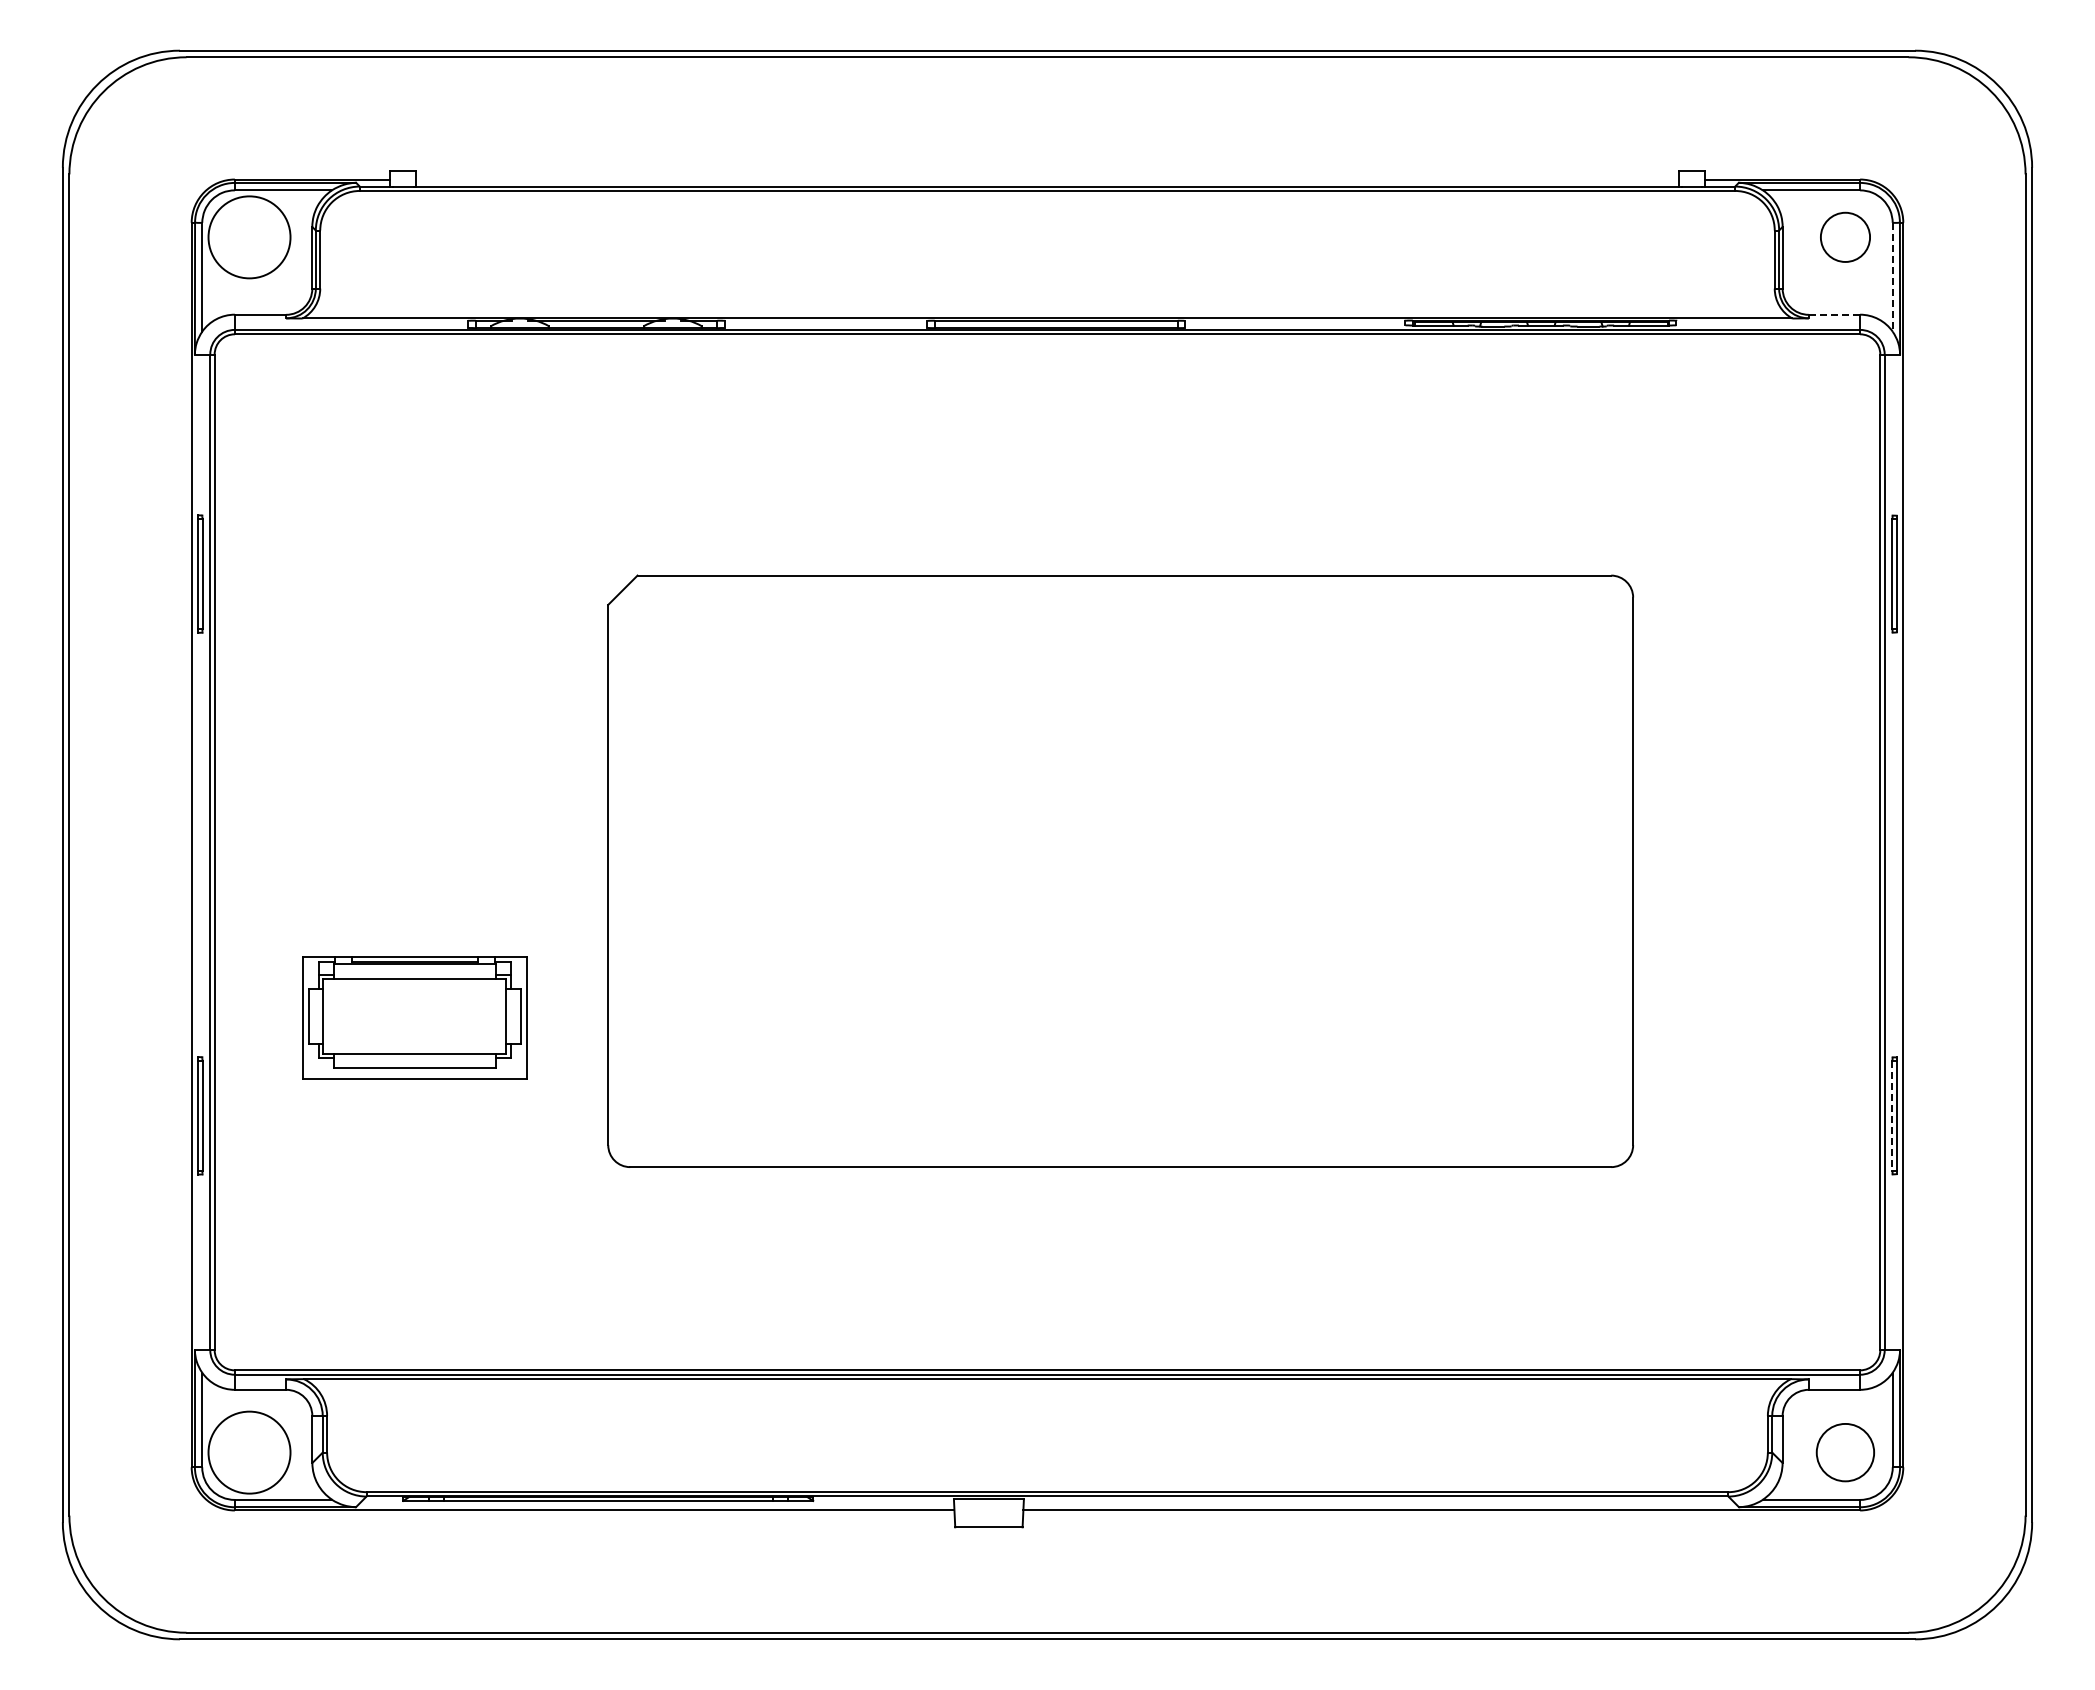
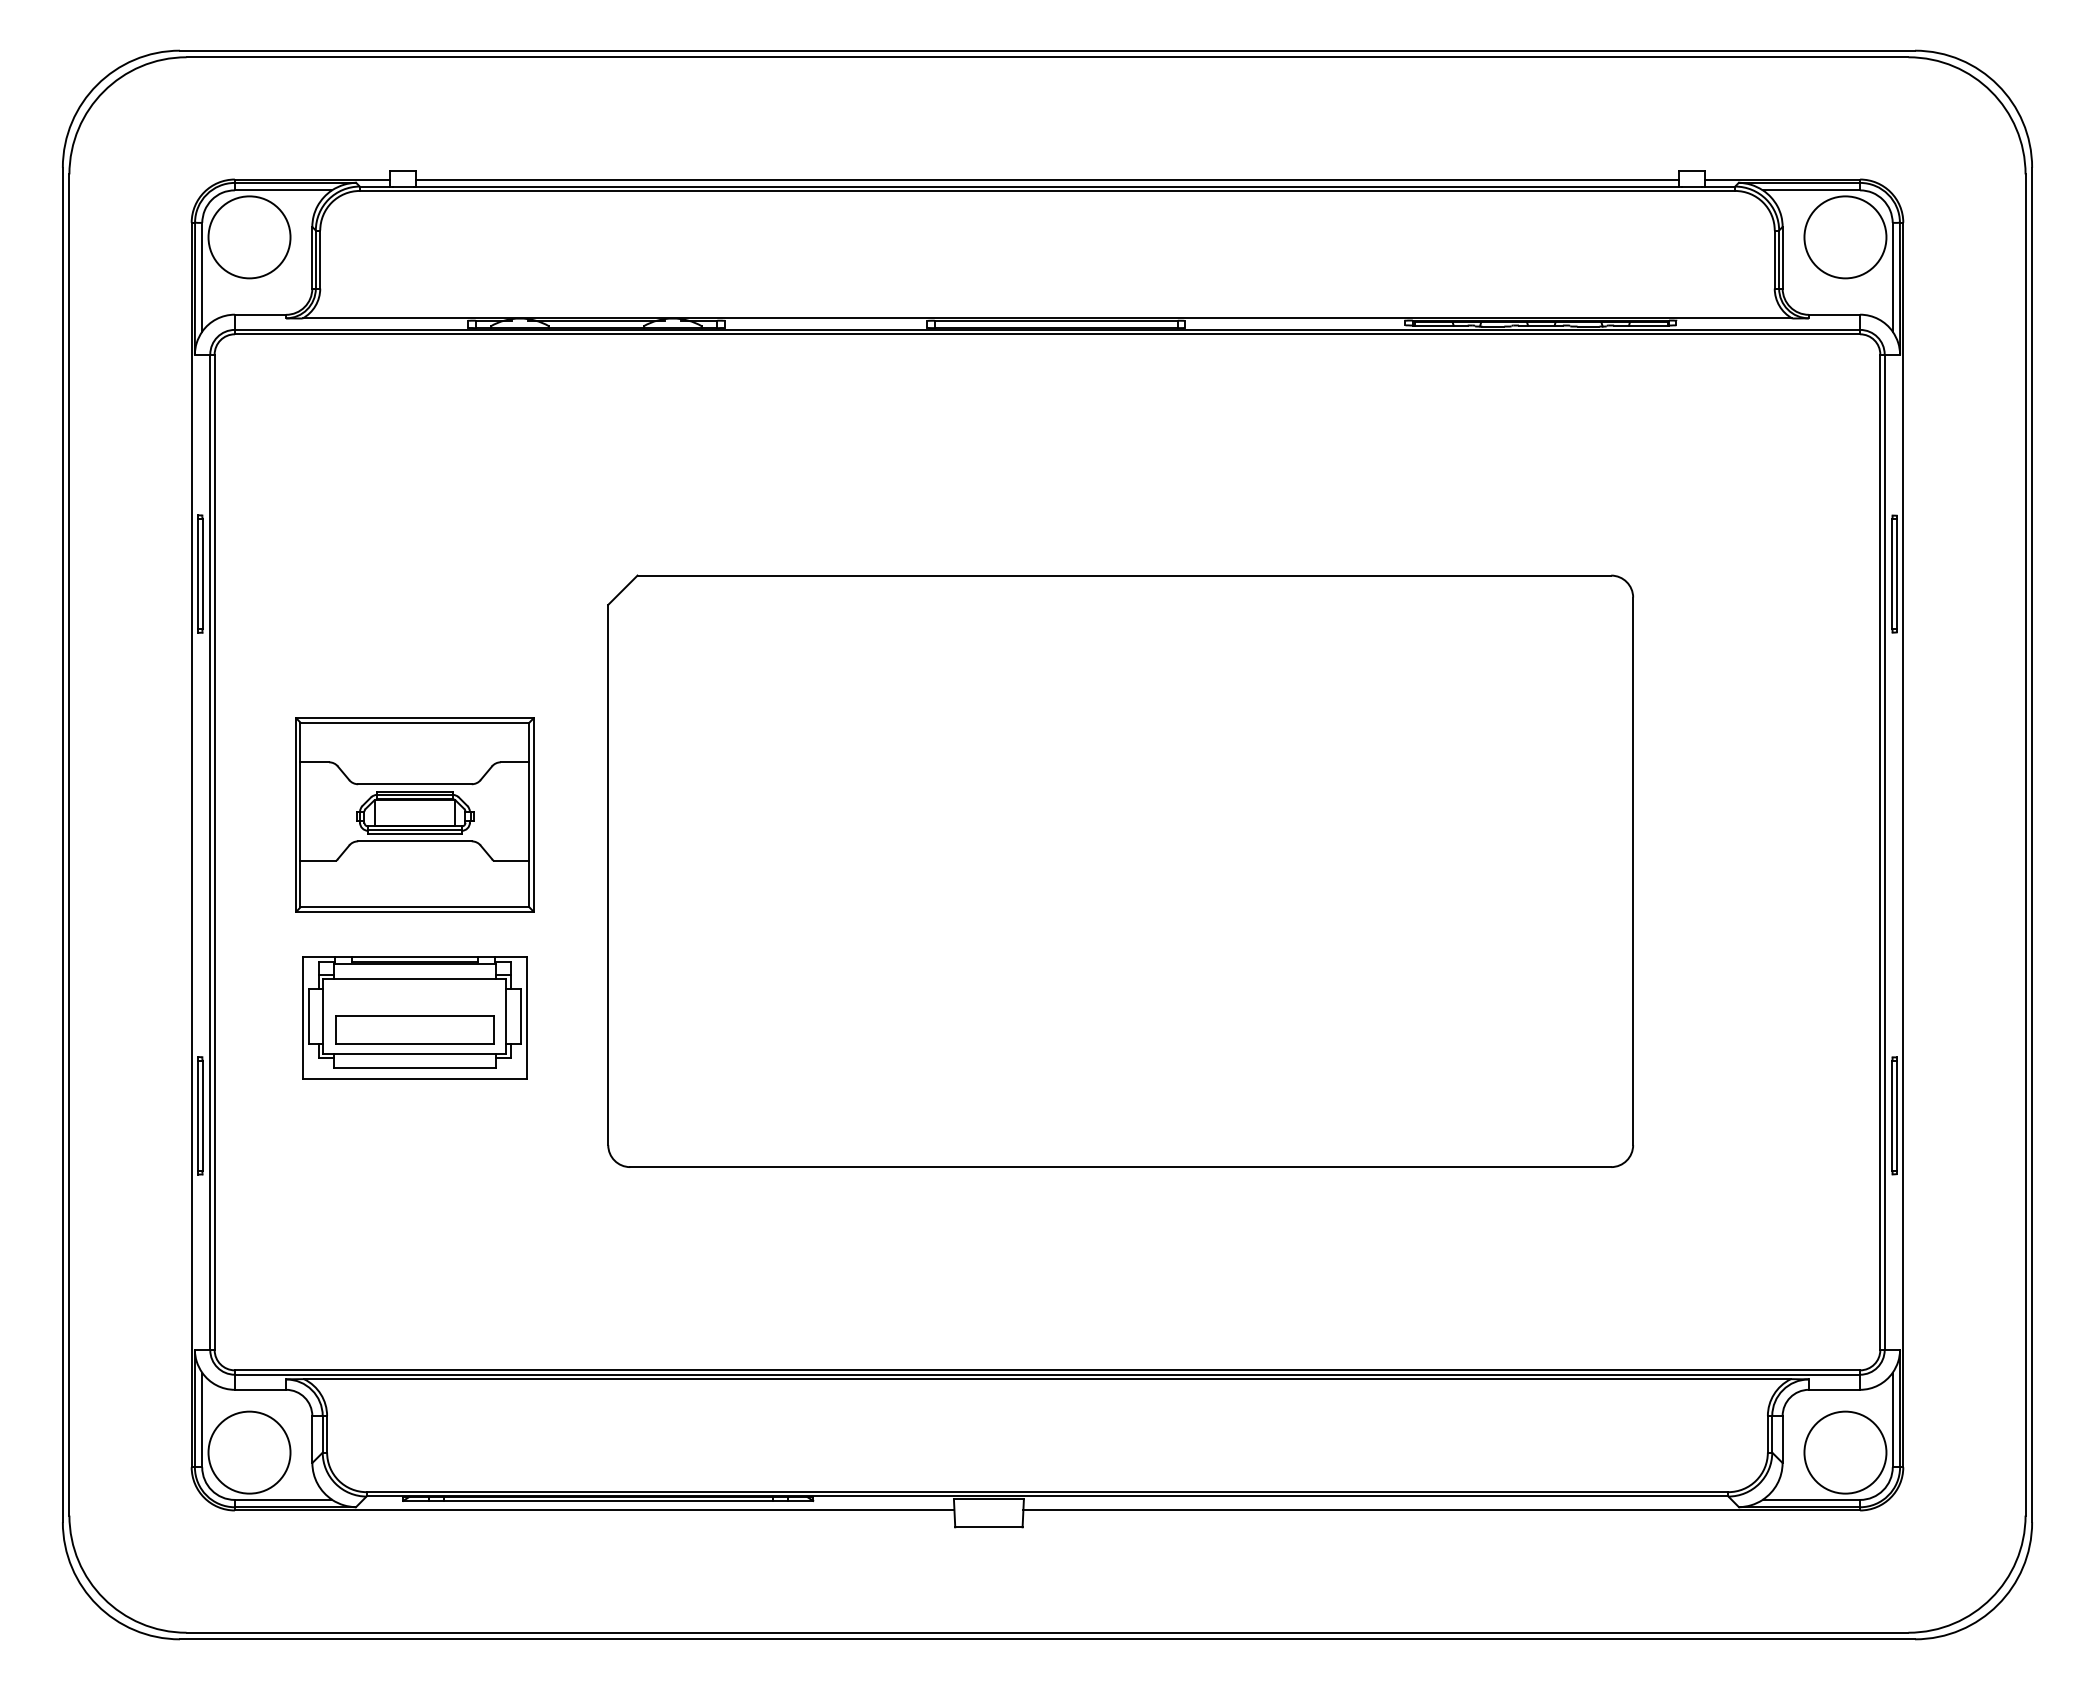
line at (1047, 179): none -> present
circle at (1845, 236) diameter: 49 px -> 82 px
line at (1892, 277): dashed -> solid
line at (1834, 314): dashed -> solid
part at (414, 814): none -> present
part at (414, 1029): none -> present
line at (1892, 1115): dashed -> solid
circle at (1845, 1452) diameter: 57 px -> 82 px
